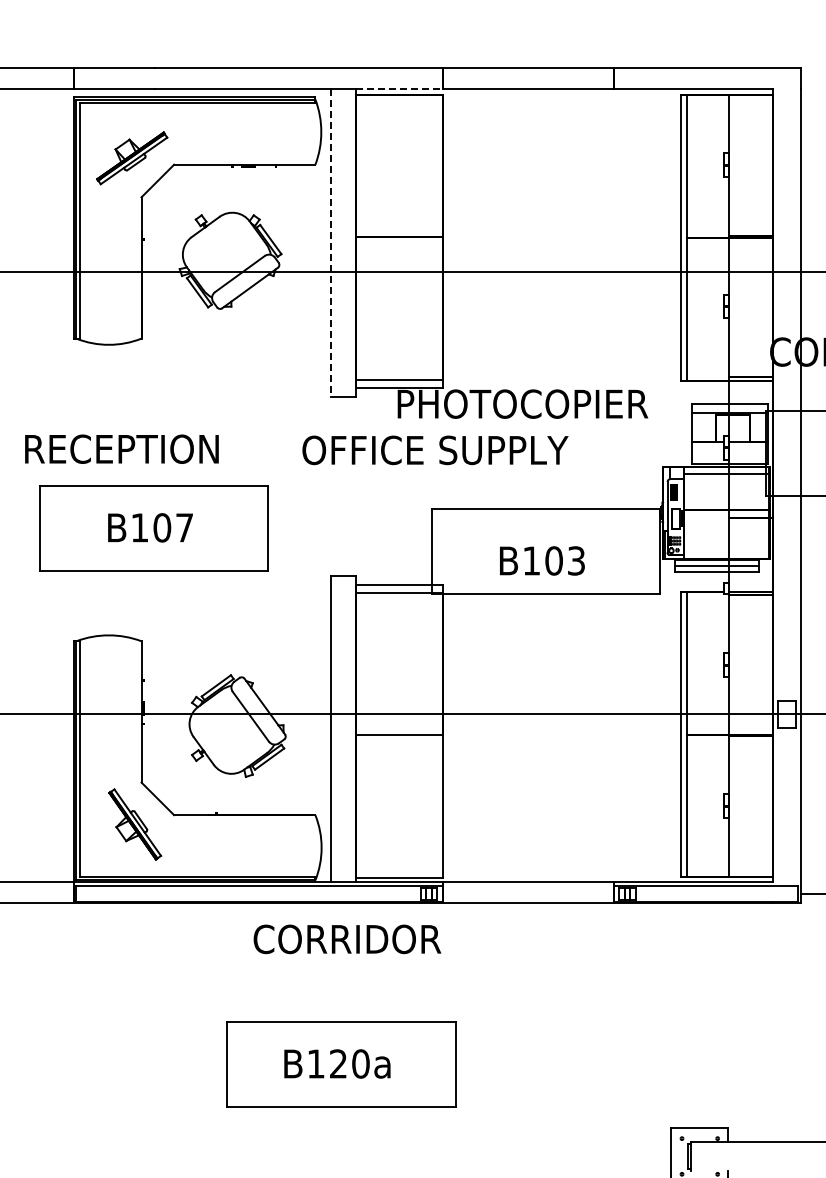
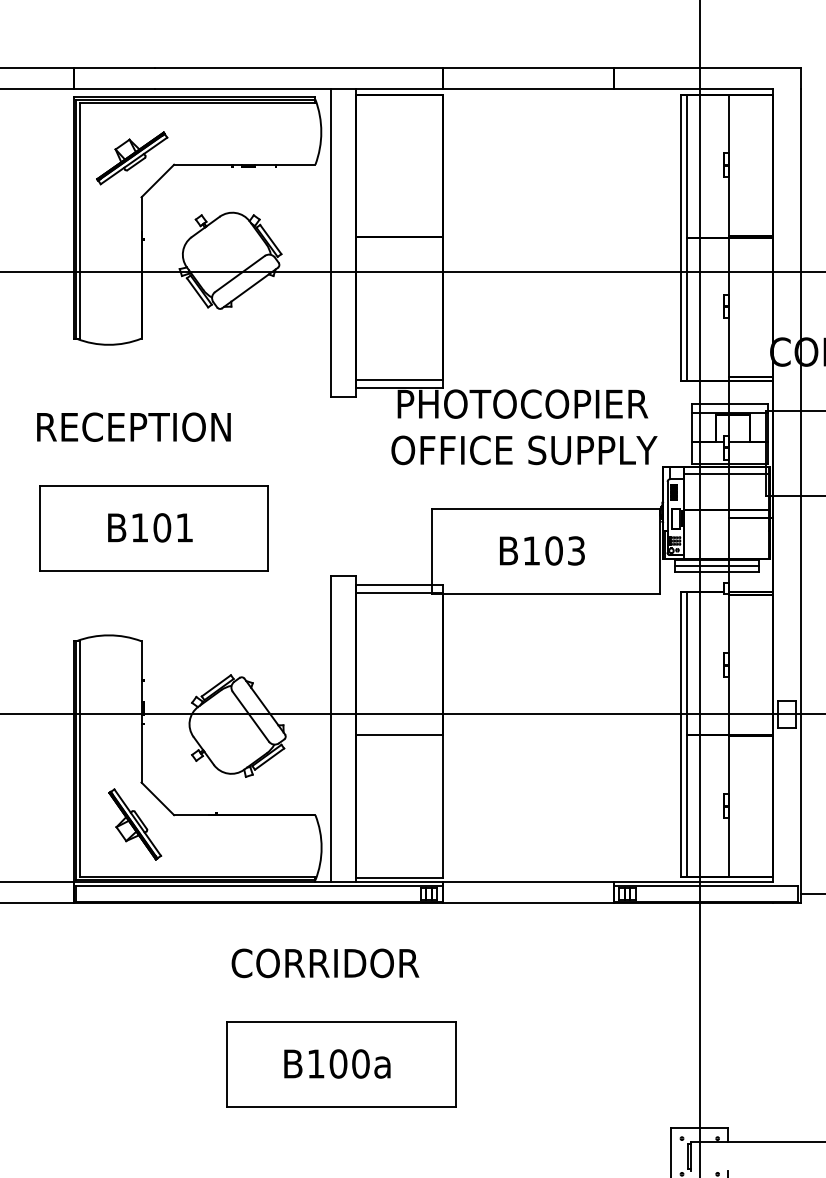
line at (399, 89): dashed -> solid
line at (331, 243): dashed -> solid
text at (121, 448) position: (121, 448) -> (133, 426)
text at (435, 450) position: (435, 450) -> (524, 450)
text at (184, 527): B107 -> B101
text at (542, 560) position: (542, 560) -> (542, 550)
line at (699, 588): none -> present
text at (347, 939) position: (347, 939) -> (325, 963)
text at (338, 1063): B120a -> B100a
